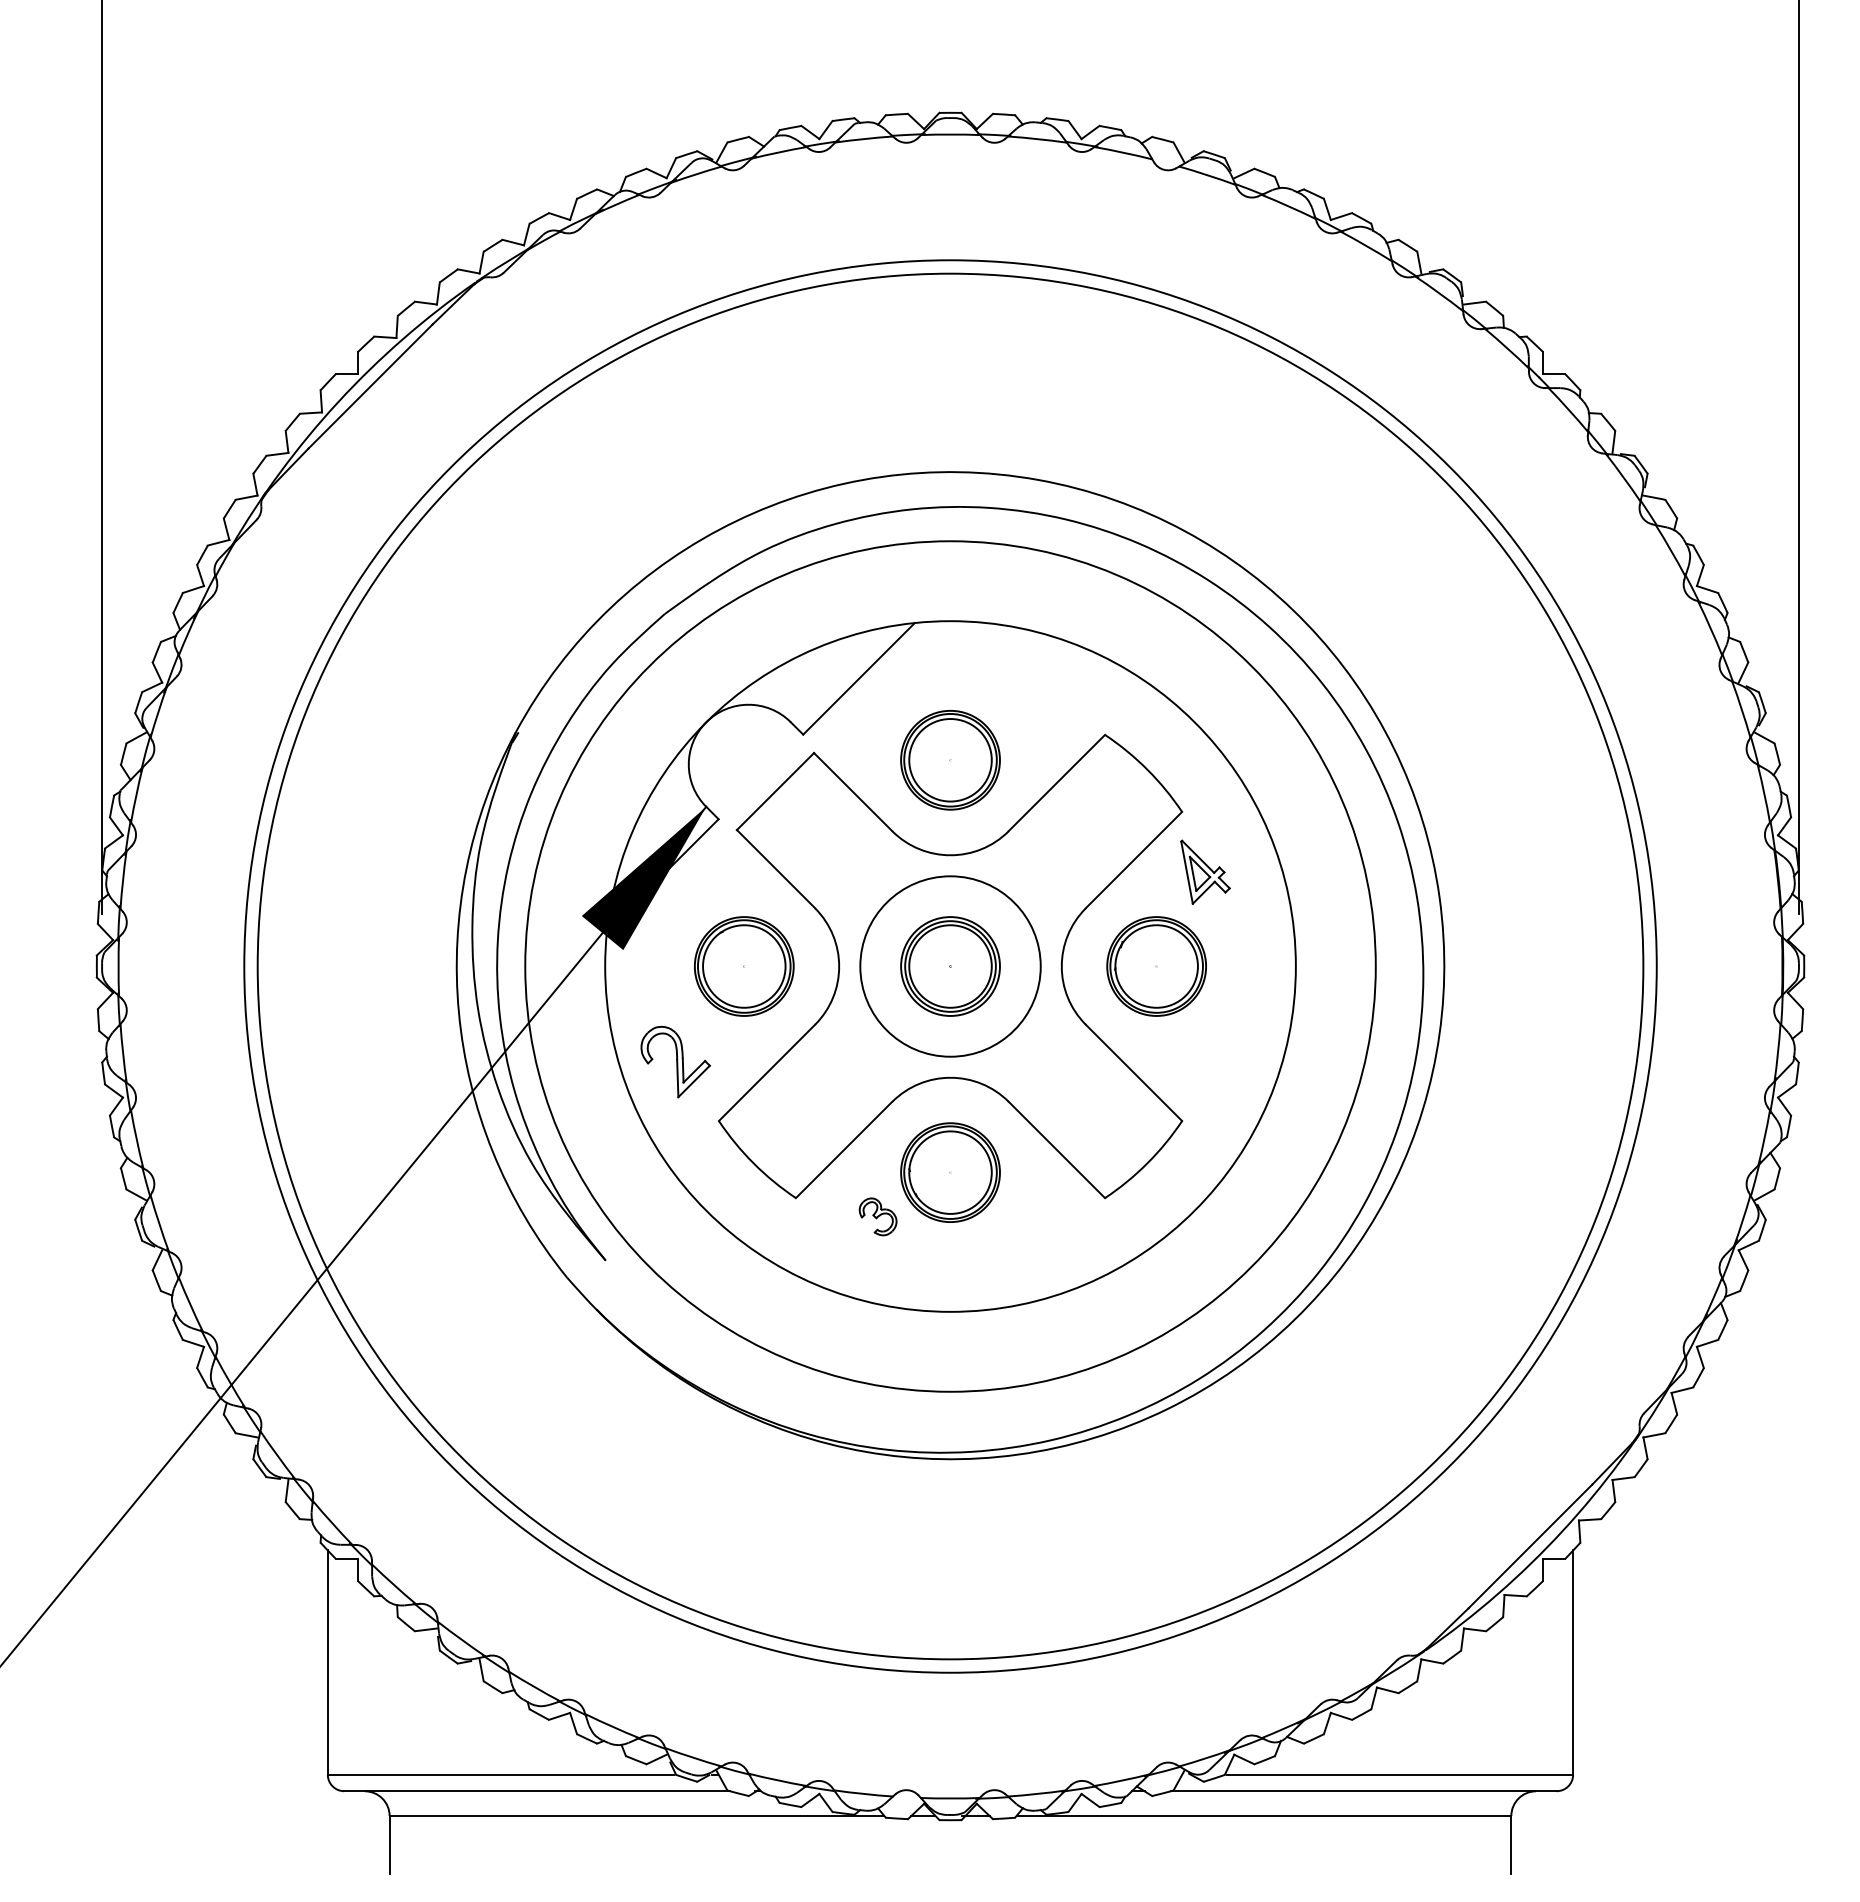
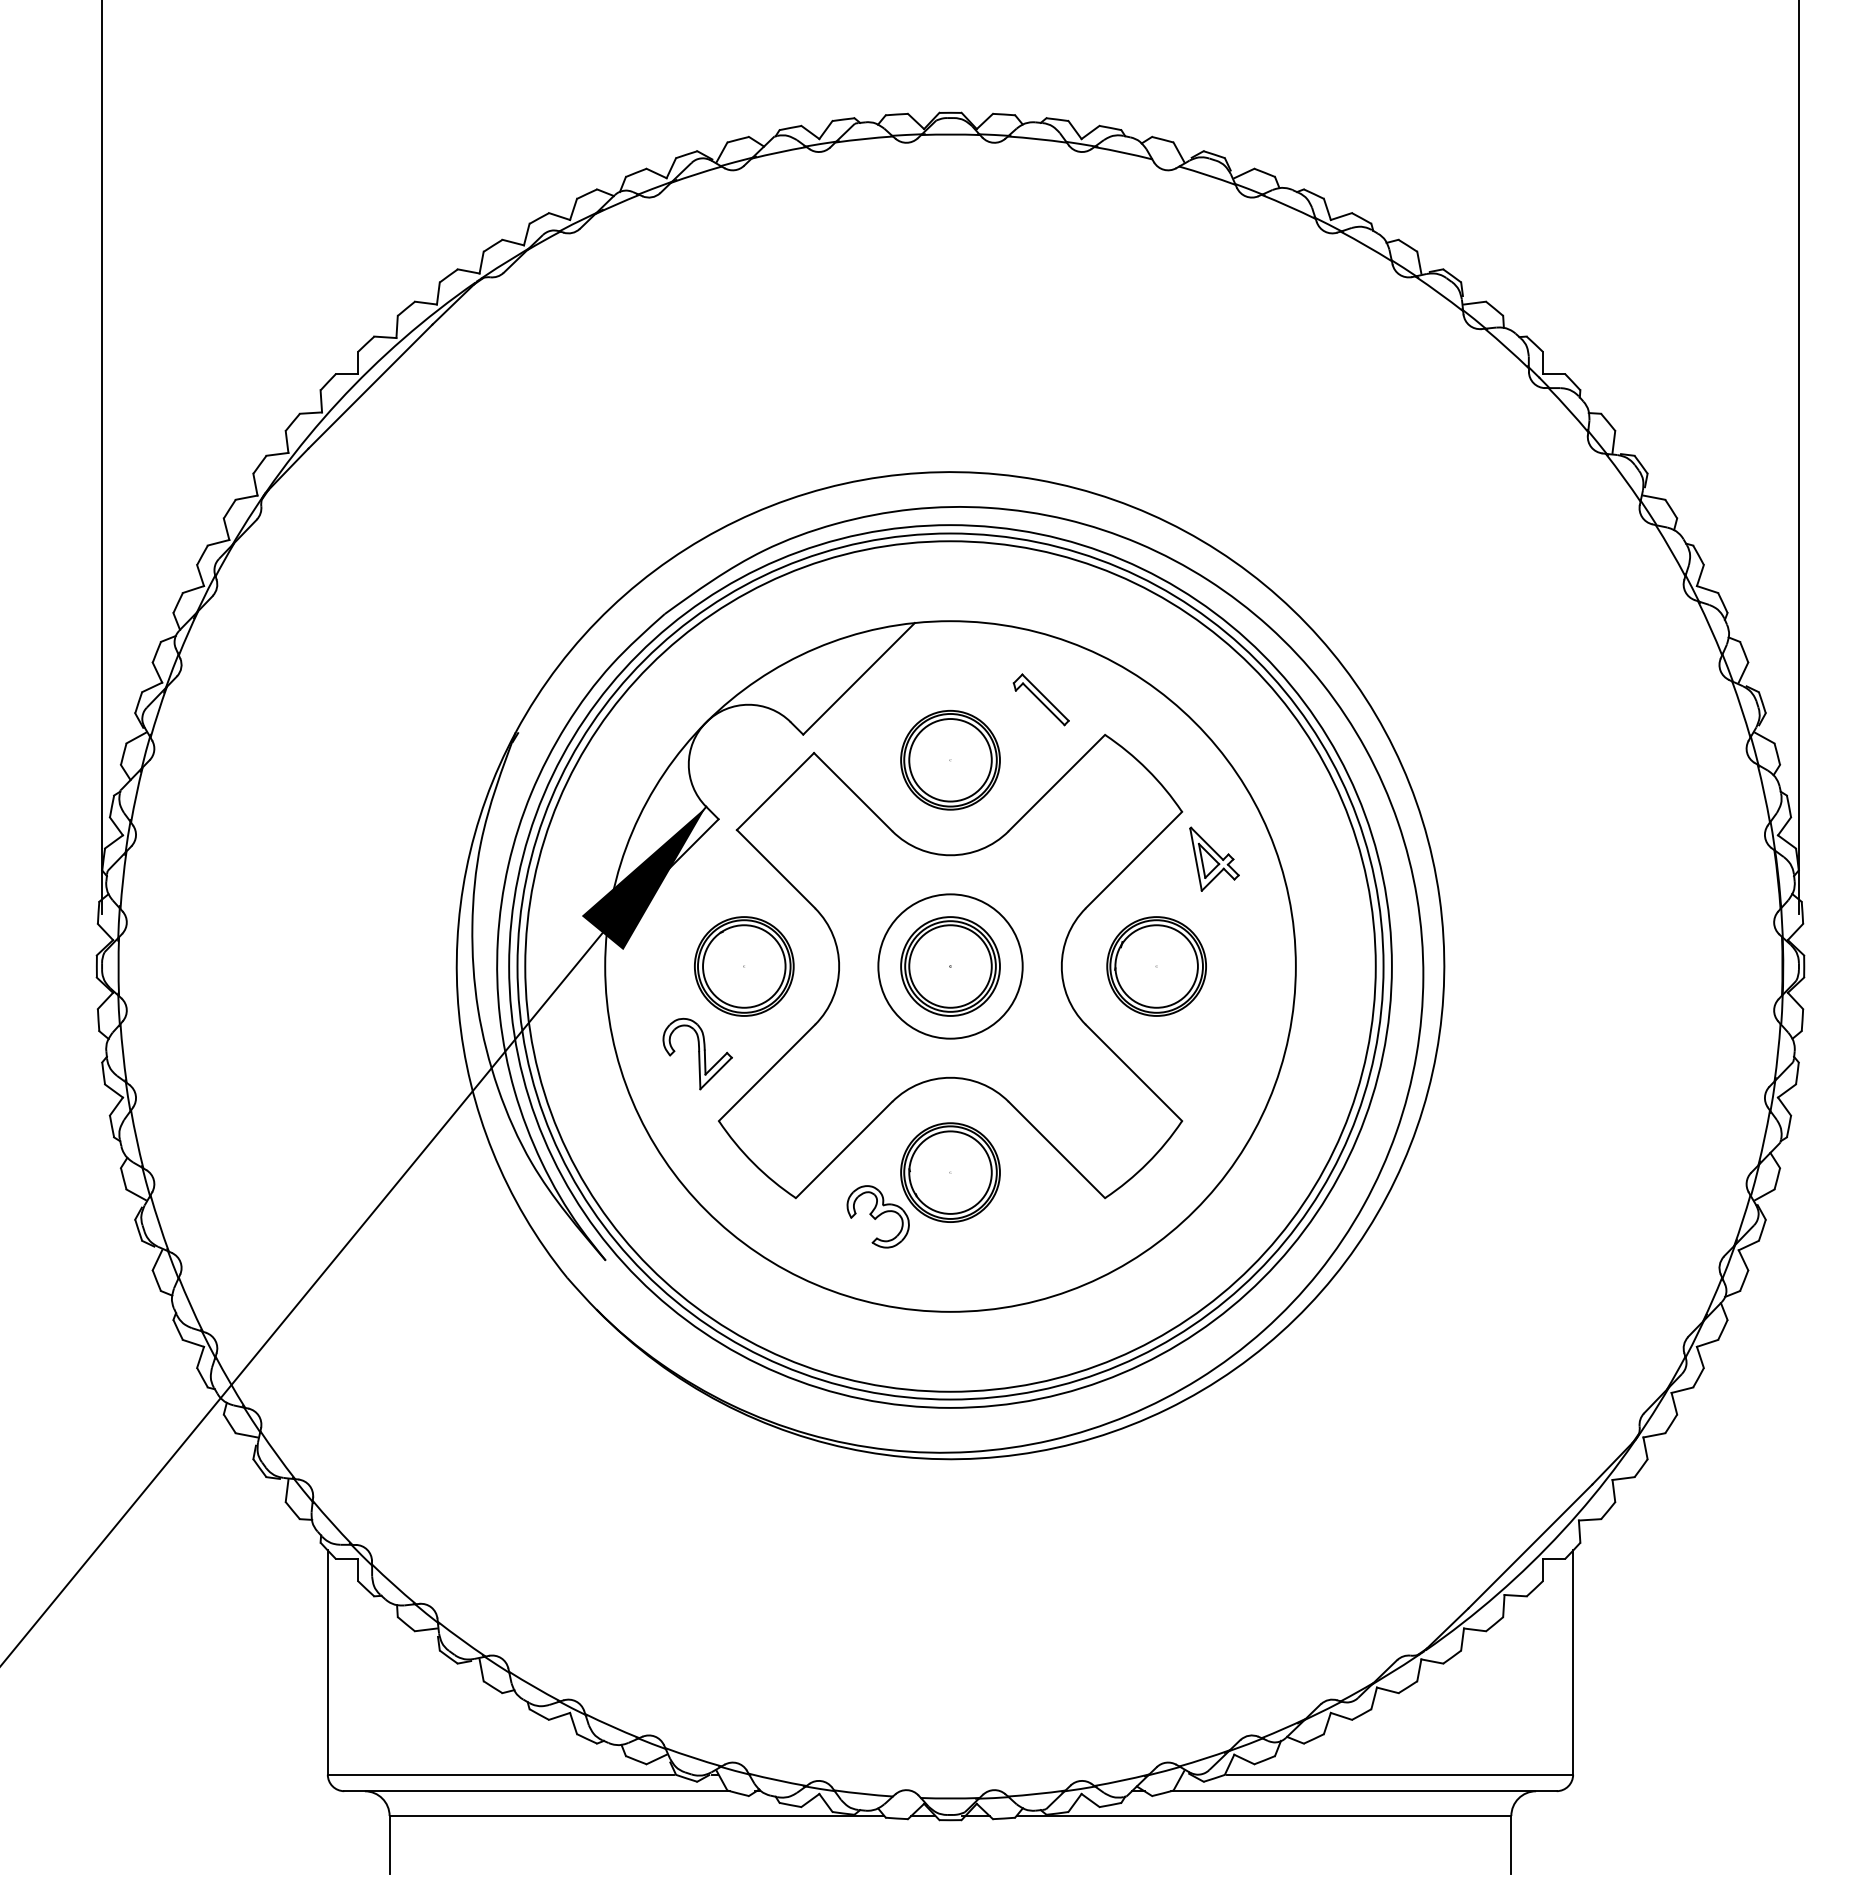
part at (1040, 699): none -> present
part at (1205, 871) position: (1205, 871) -> (1214, 858)
circle at (950, 966) diameter: 1386 px -> 866 px
circle at (950, 966) diameter: 1412 px -> 883 px
circle at (950, 966) diameter: 180 px -> 144 px
part at (675, 1061) position: (675, 1061) -> (697, 1053)
part at (877, 1216) size: 40x40 px -> 64x64 px
